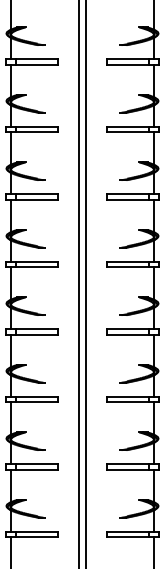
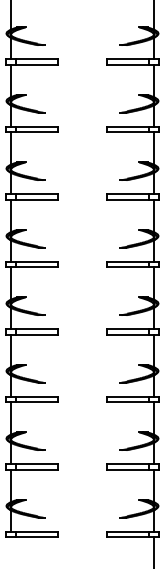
line at (78, 283): present -> none
line at (86, 283): present -> none
line at (11, 551): present -> none
